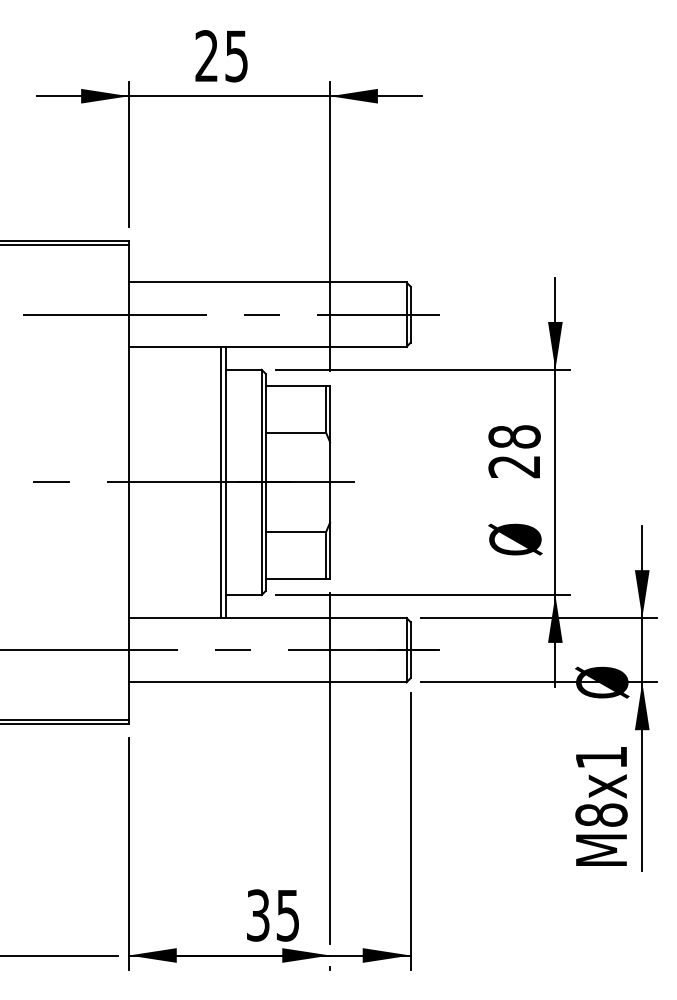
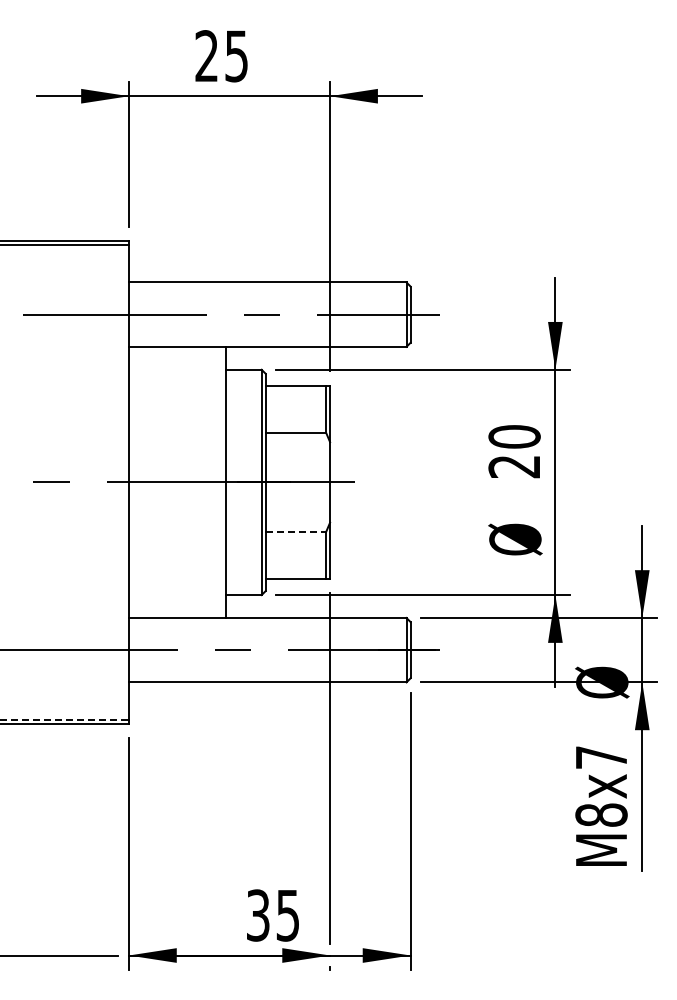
text at (514, 436): 28 -> 20
line at (221, 482): present -> none
line at (296, 532): solid -> dashed
line at (65, 719): solid -> dashed
text at (601, 757): M8x1 -> M8x7
